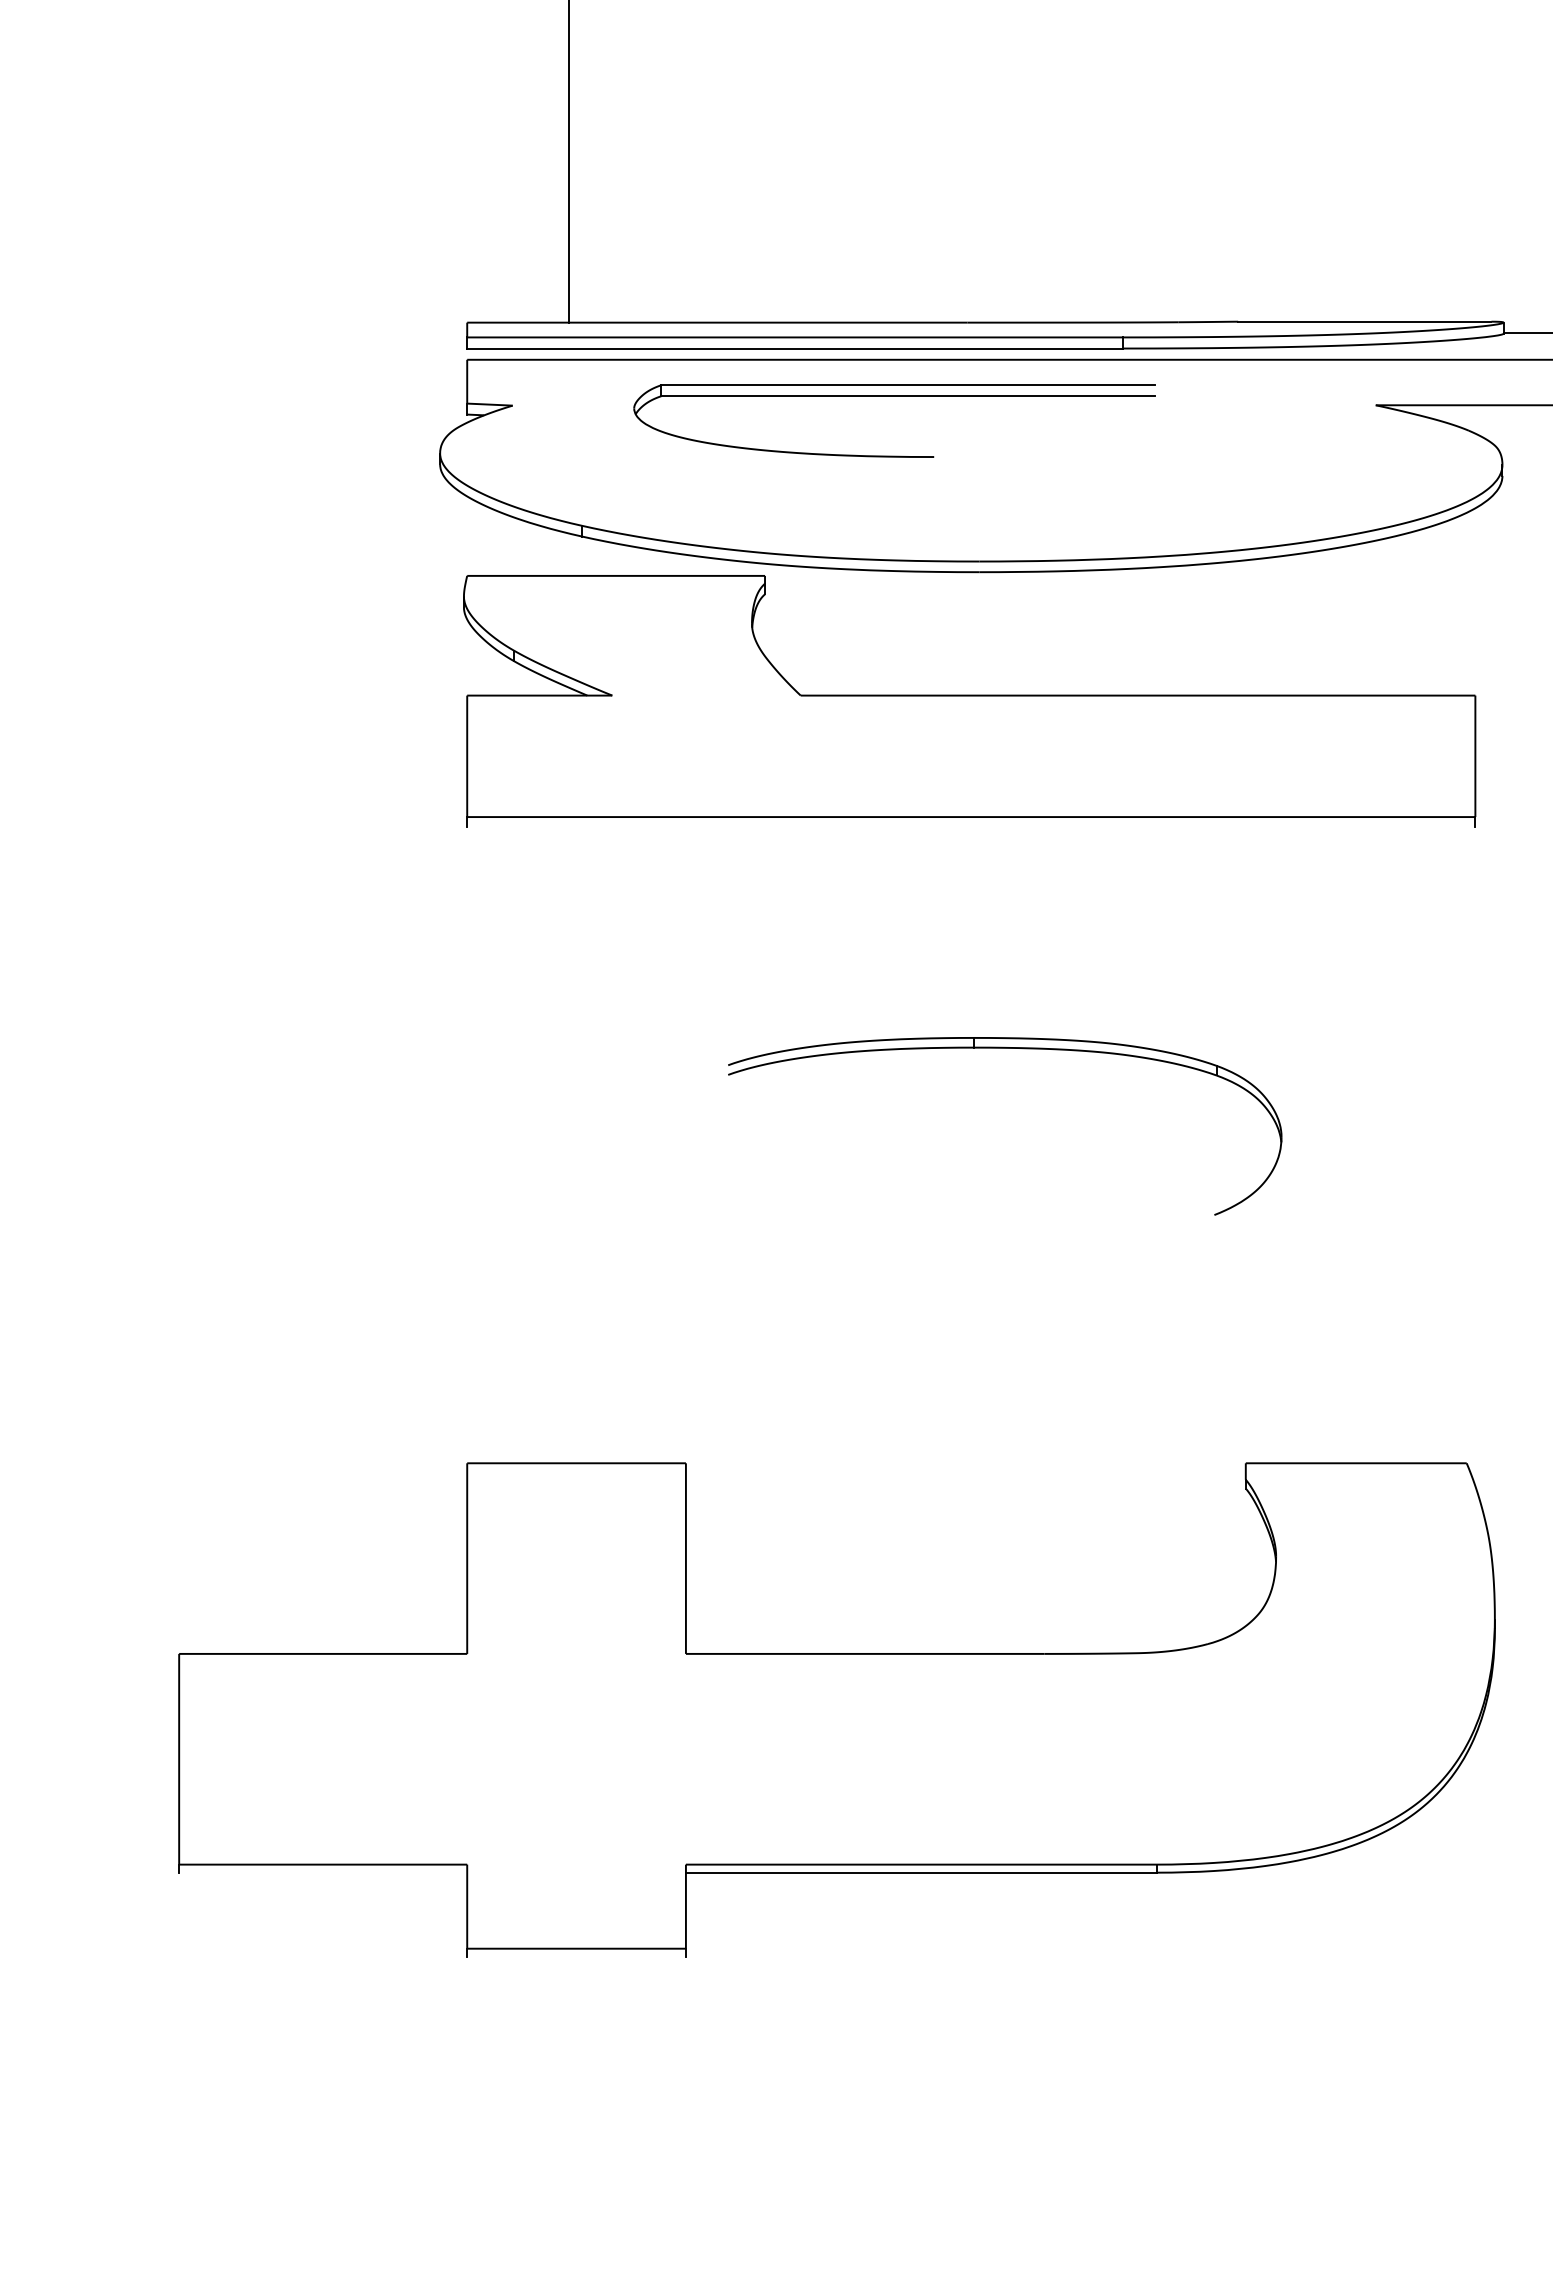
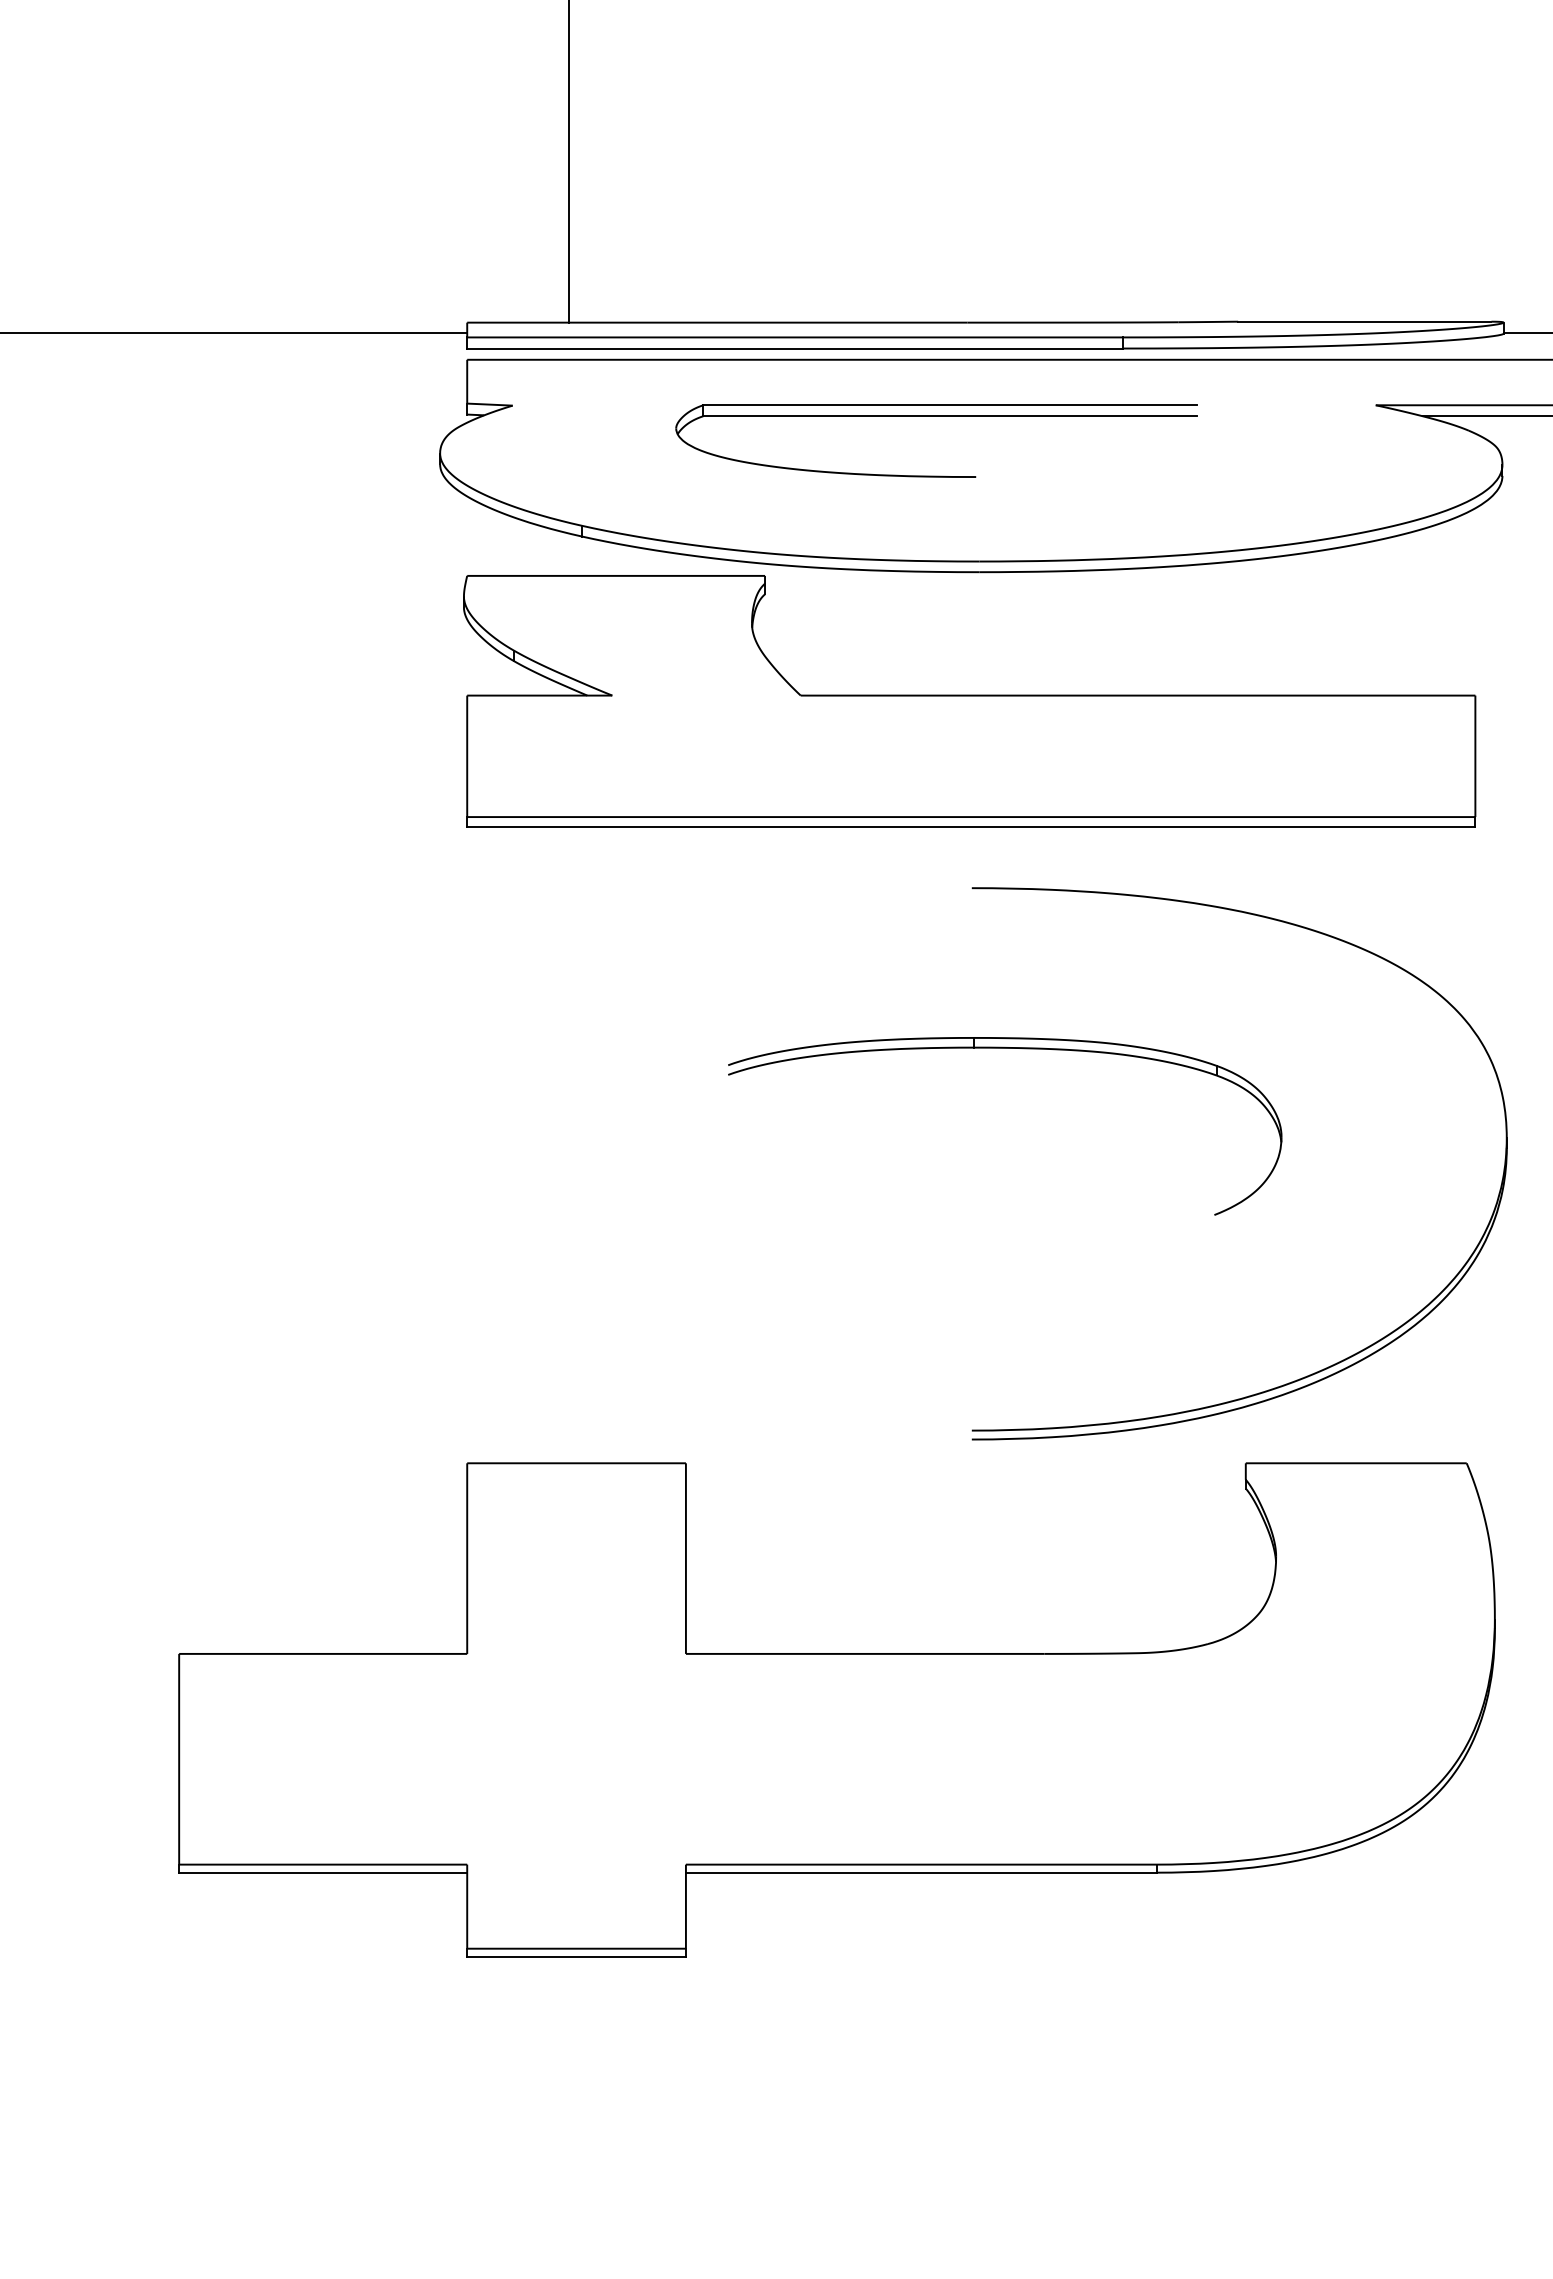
line at (234, 332): none -> present
part at (894, 396) position: (894, 396) -> (936, 416)
line at (1485, 416): none -> present
line at (971, 827): none -> present
part at (1338, 1361): none -> present
line at (323, 1872): none -> present
line at (576, 1956): none -> present
